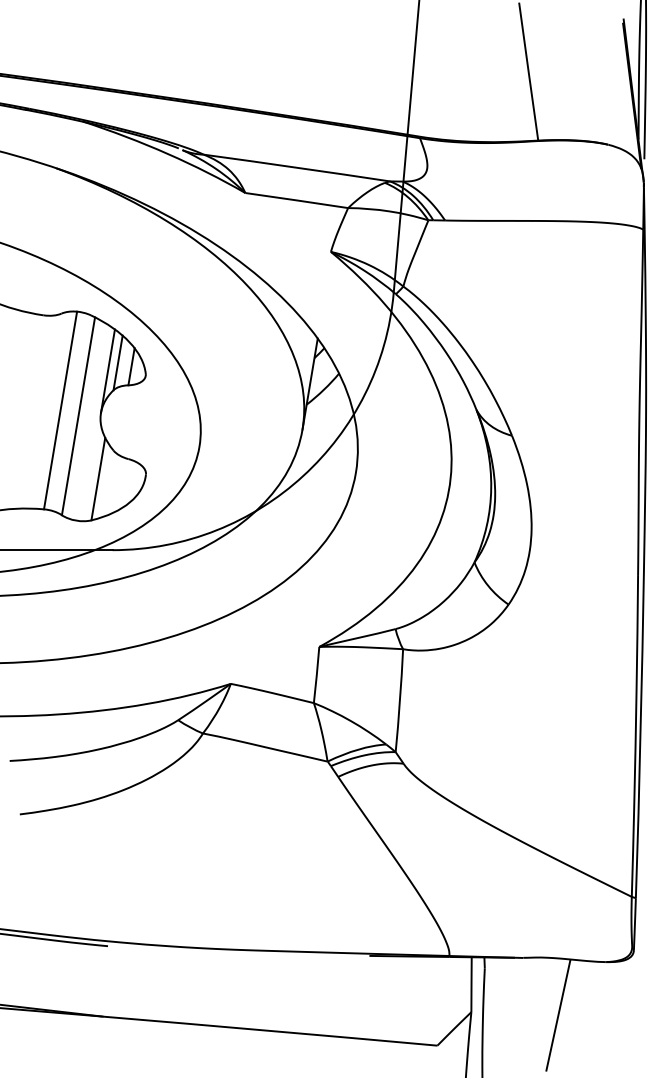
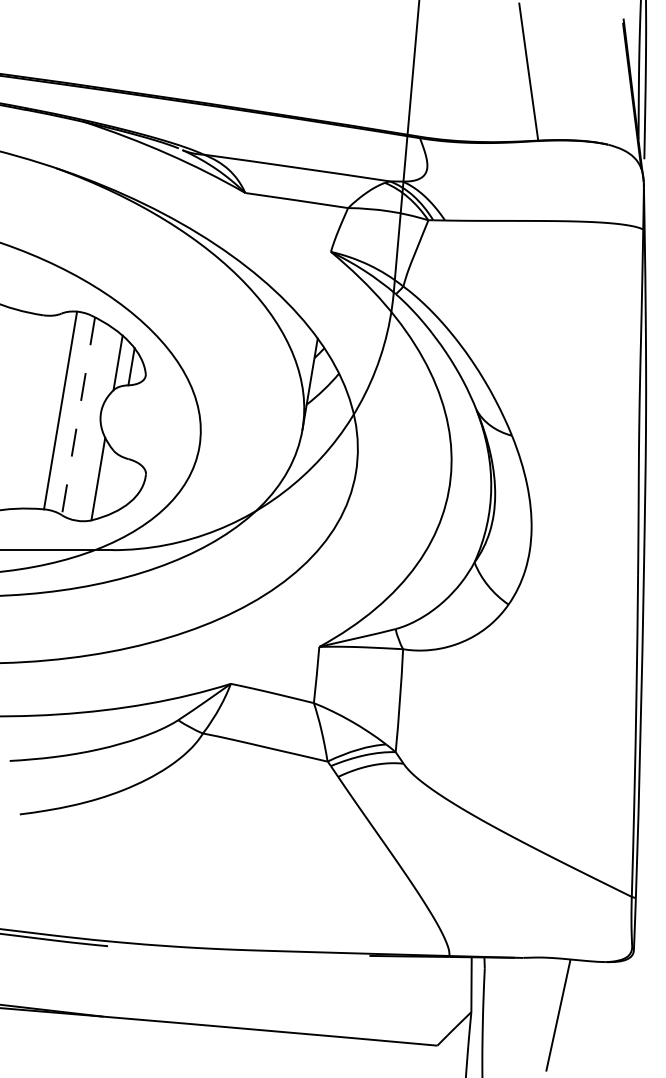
line at (107, 370): present -> none
line at (78, 416): solid -> dashed
